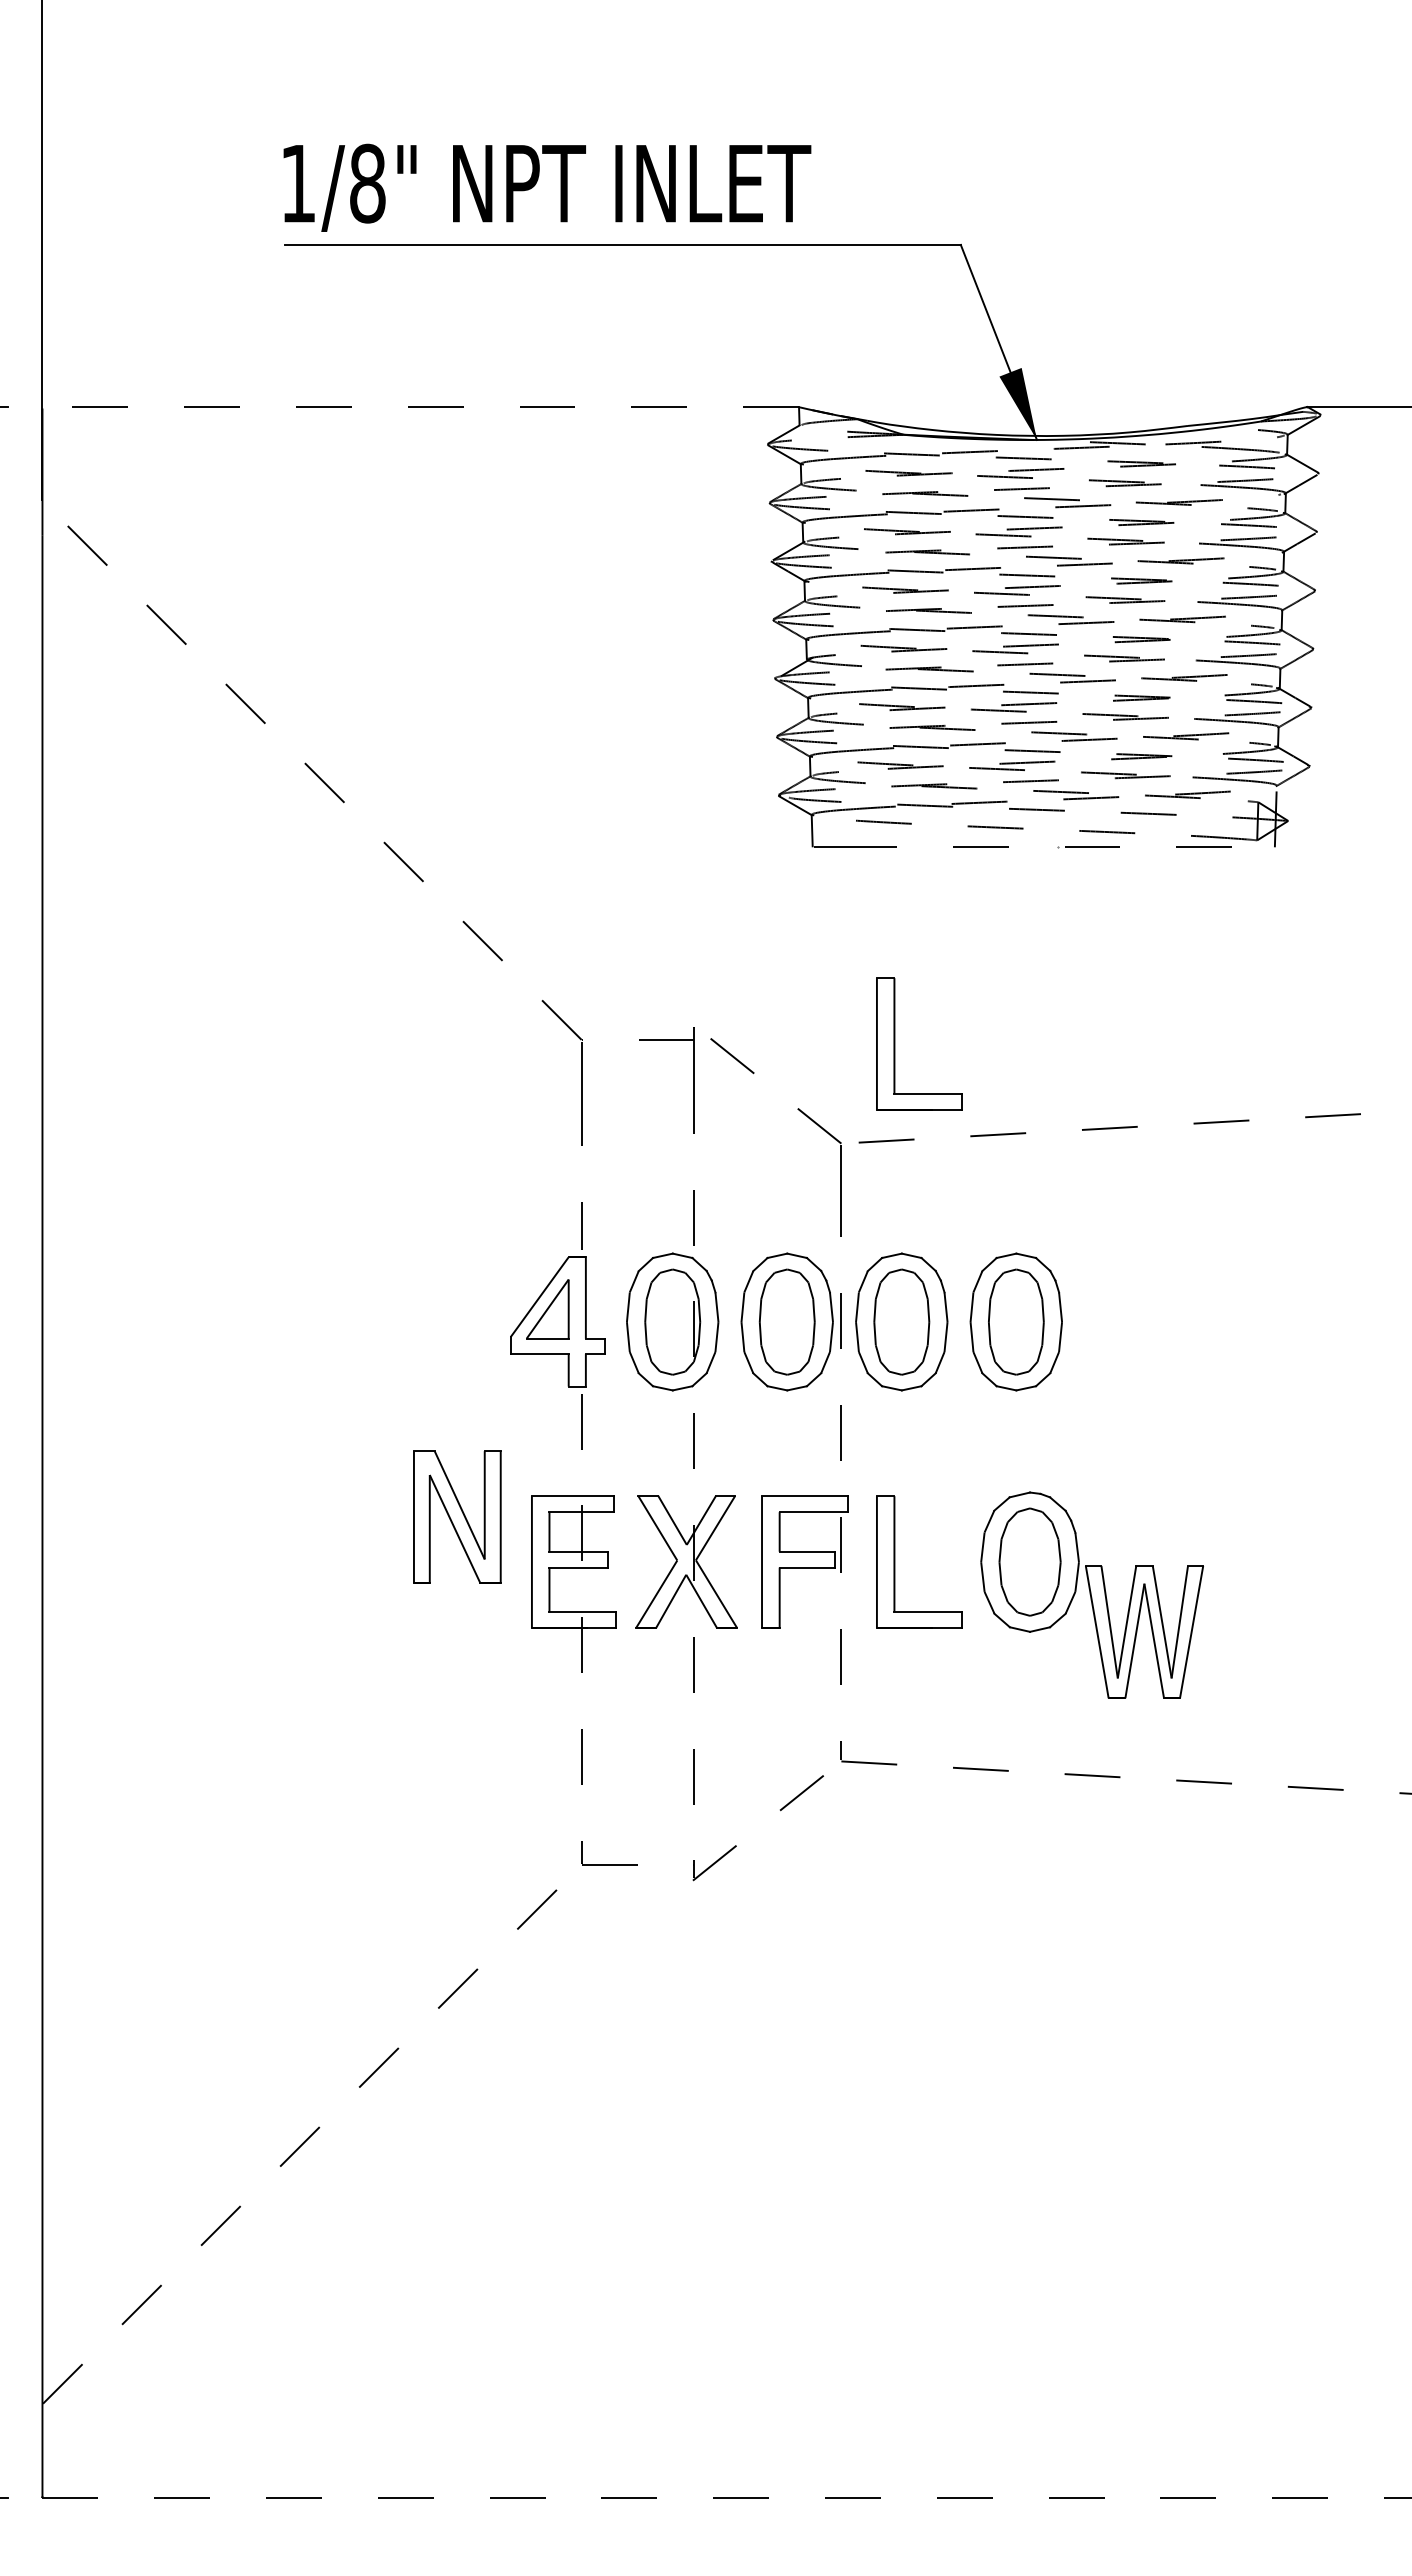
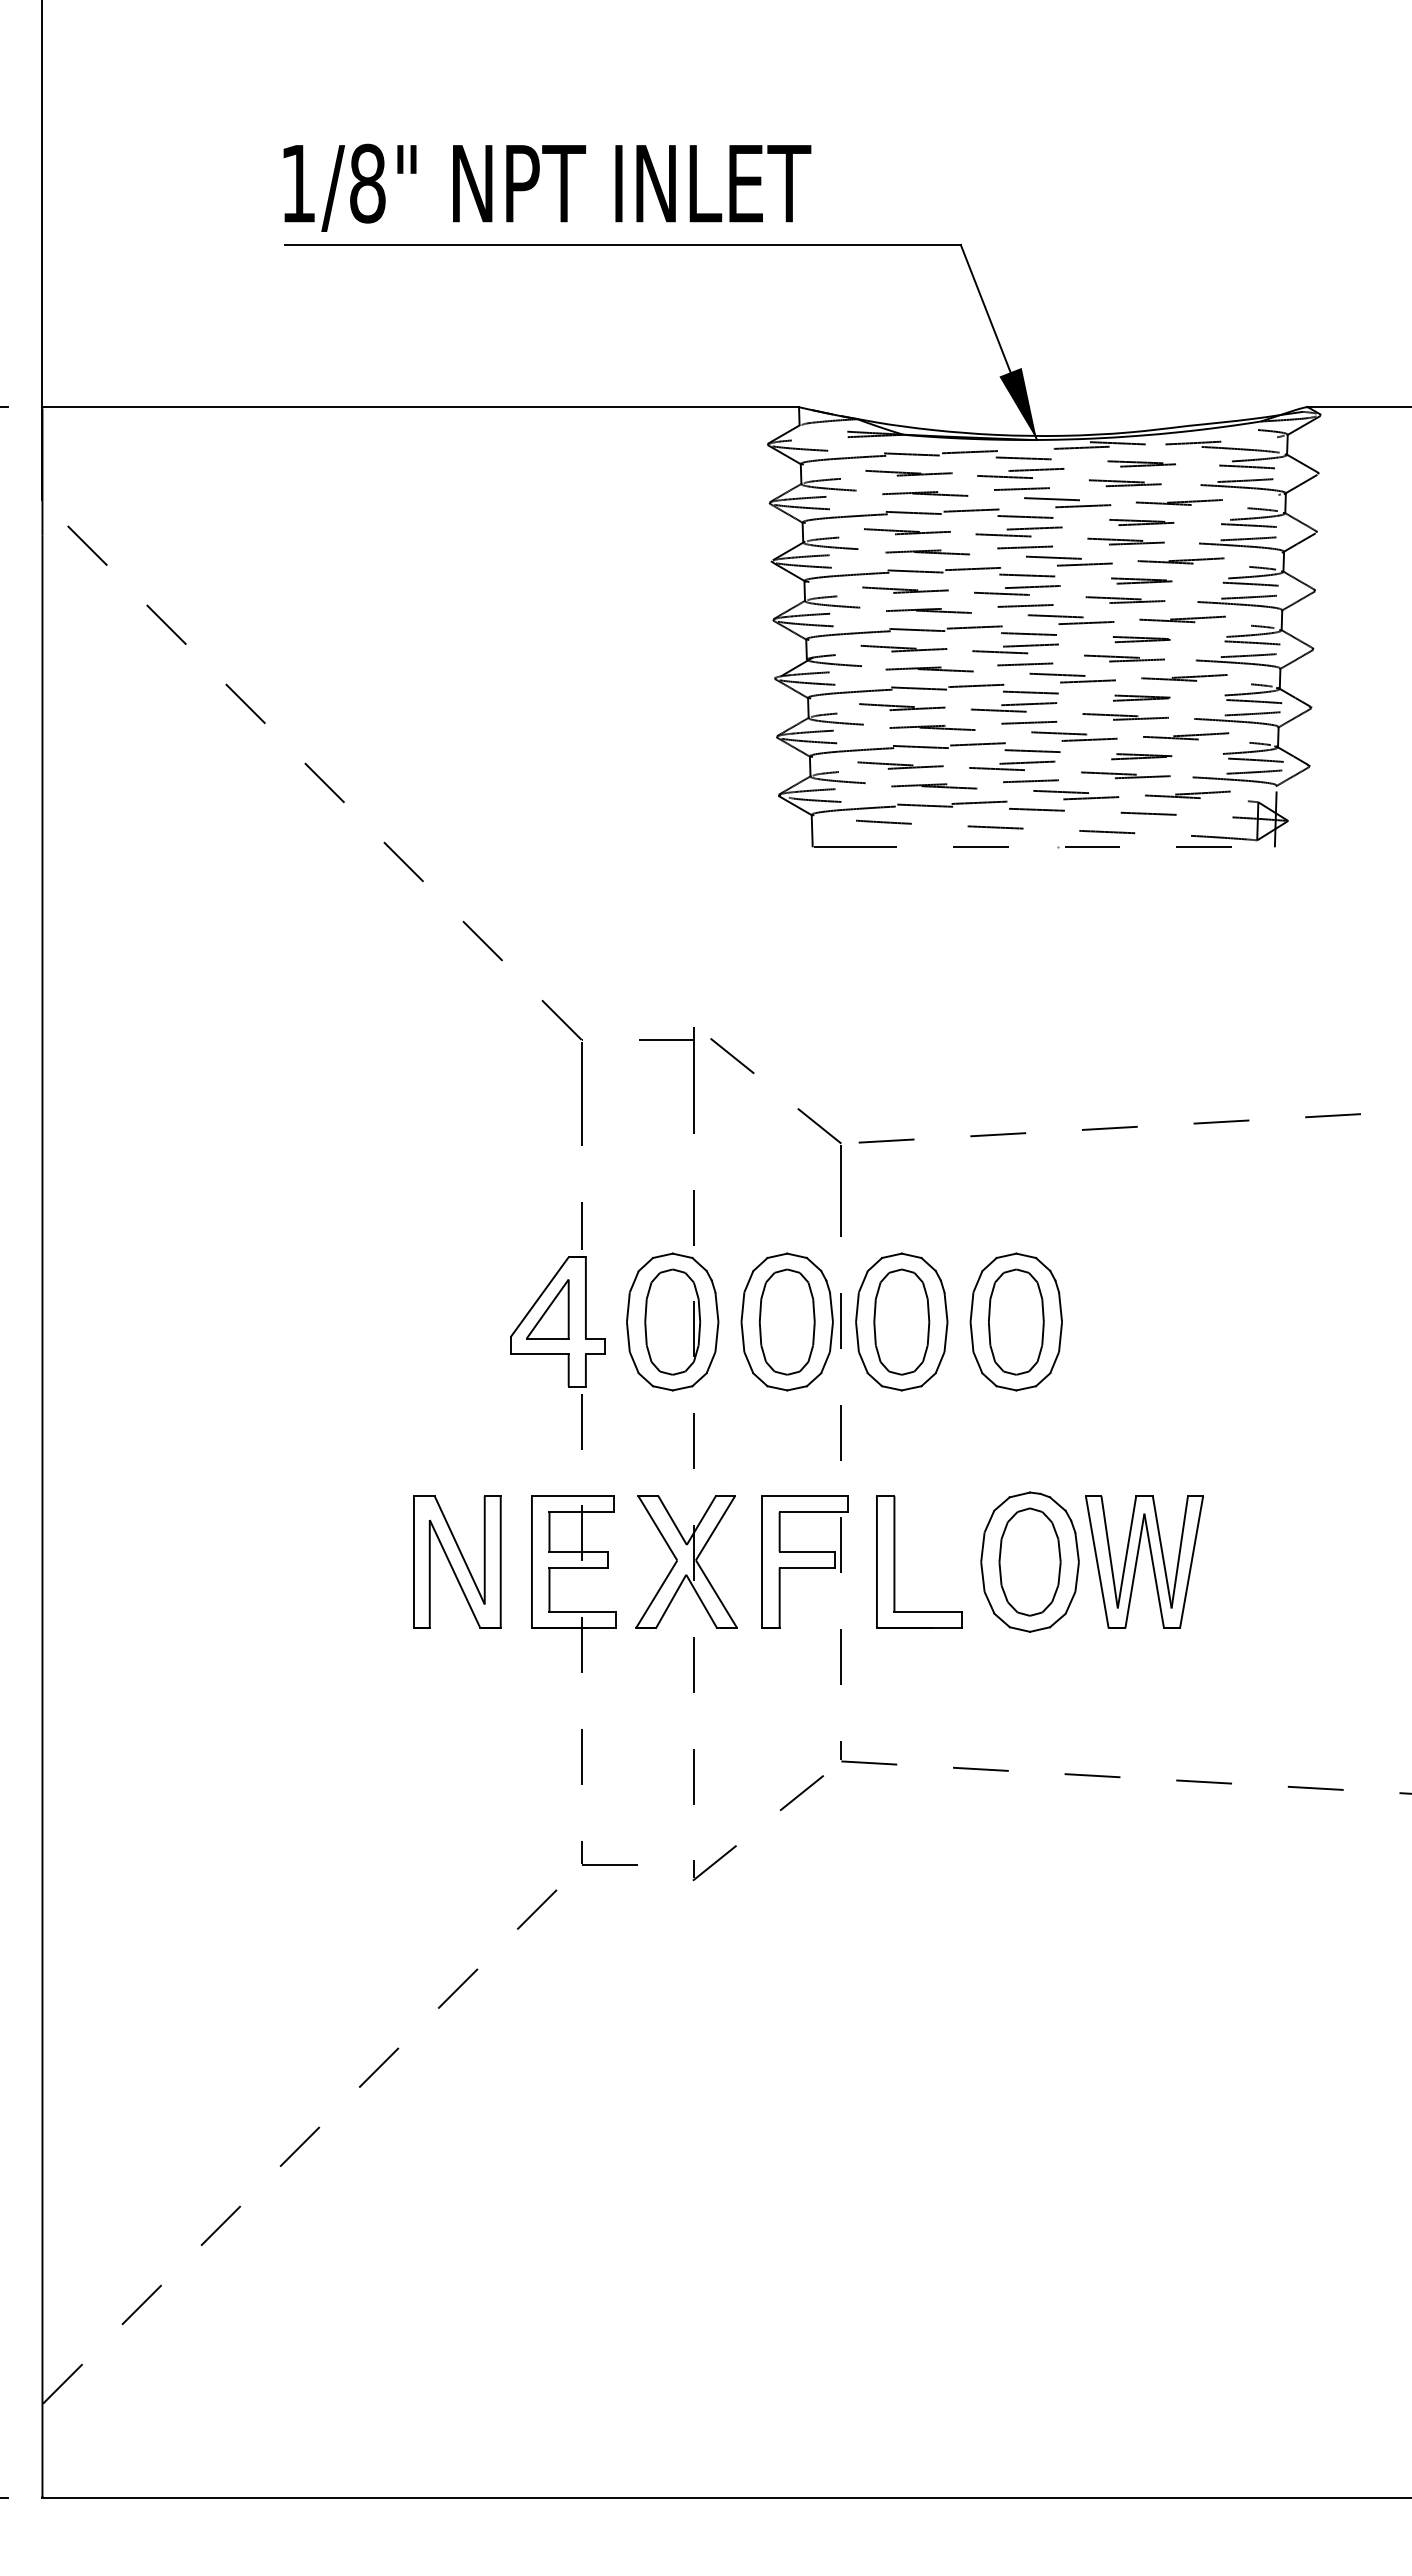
line at (420, 407): dashed -> solid
part at (895, 1043): present -> none
part at (457, 1516) position: (457, 1516) -> (457, 1561)
part at (1137, 1631) position: (1137, 1631) -> (1137, 1561)
line at (727, 2497): dashed -> solid
